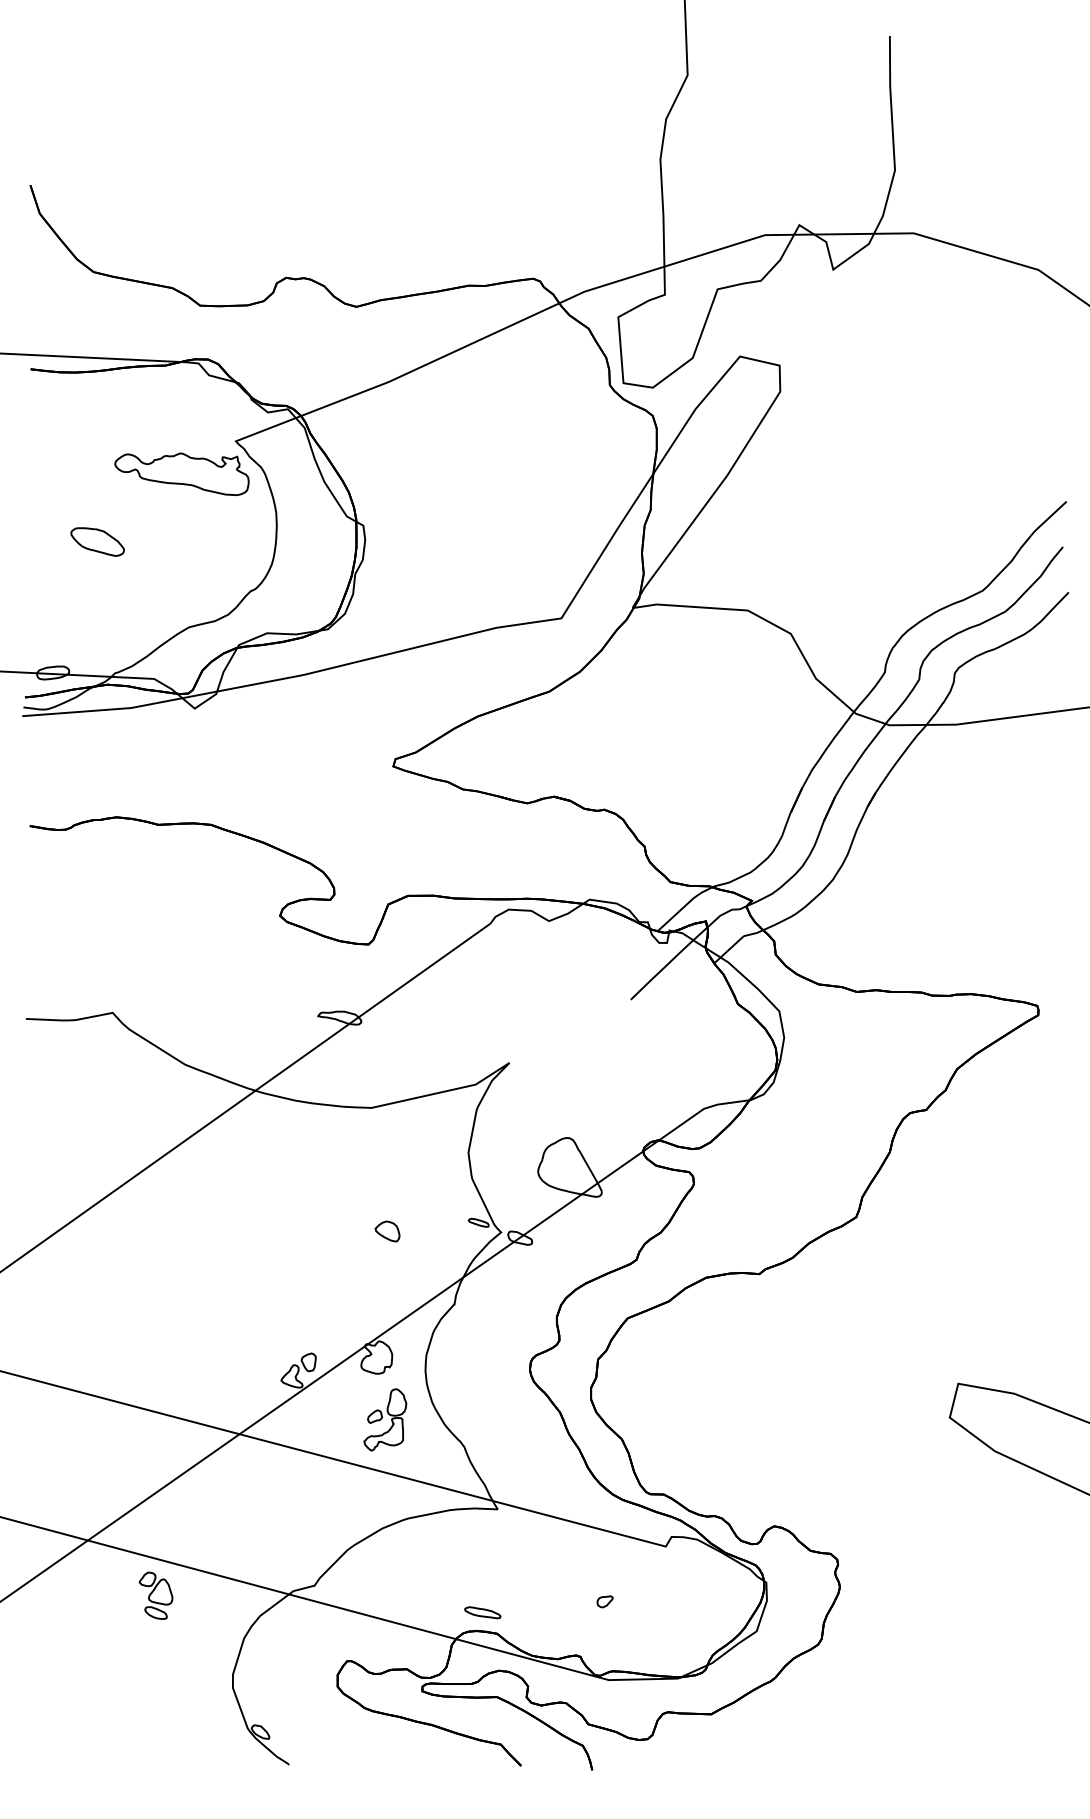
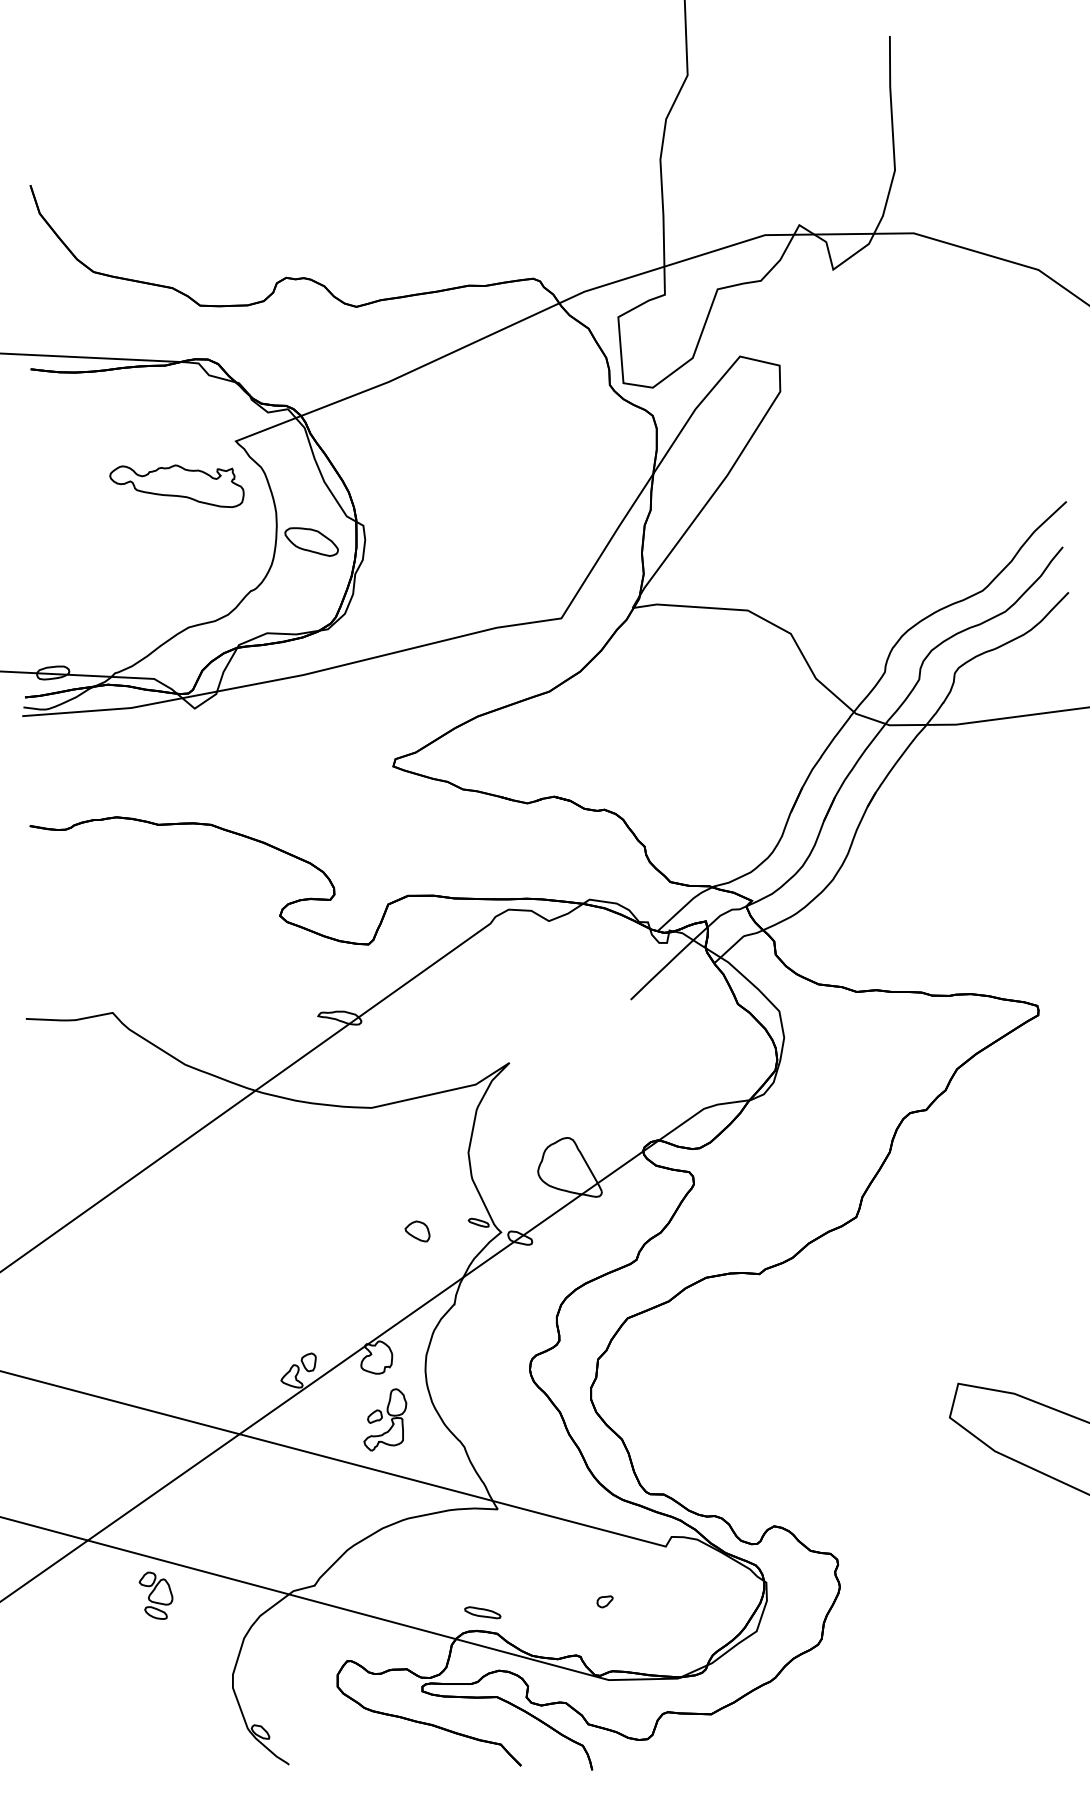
part at (181, 473) position: (181, 473) -> (176, 485)
part at (97, 541) position: (97, 541) -> (311, 541)
part at (387, 1231) position: (387, 1231) -> (417, 1231)
